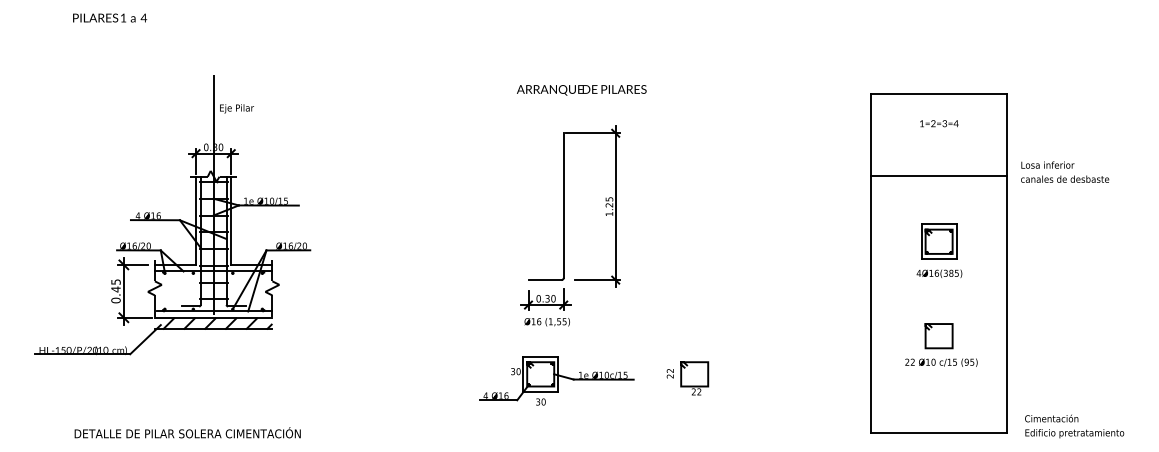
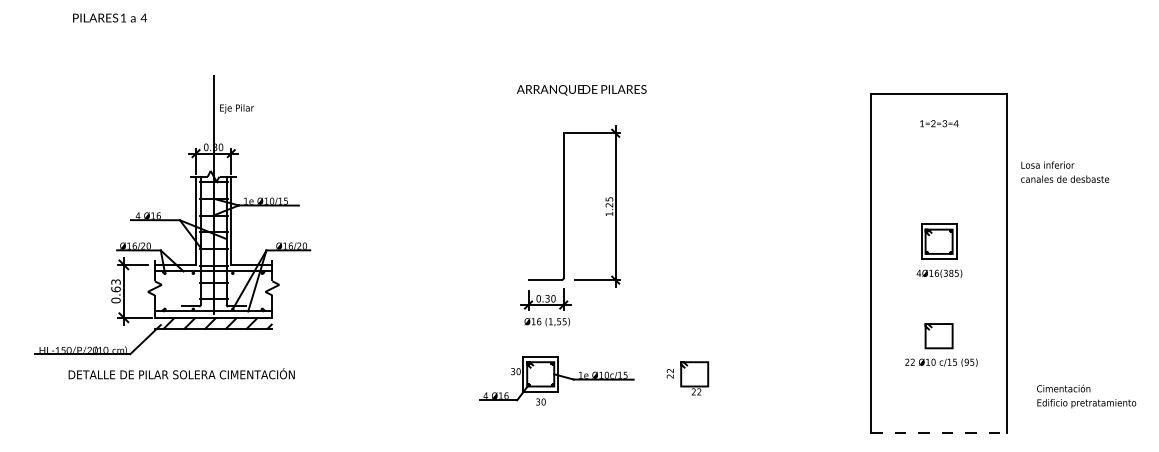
line at (939, 175): present -> none
text at (115, 285): 0.45 -> 0.63
text at (1074, 426) position: (1074, 426) -> (1086, 396)
text at (187, 432) position: (187, 432) -> (181, 373)
line at (939, 432): solid -> dashed
